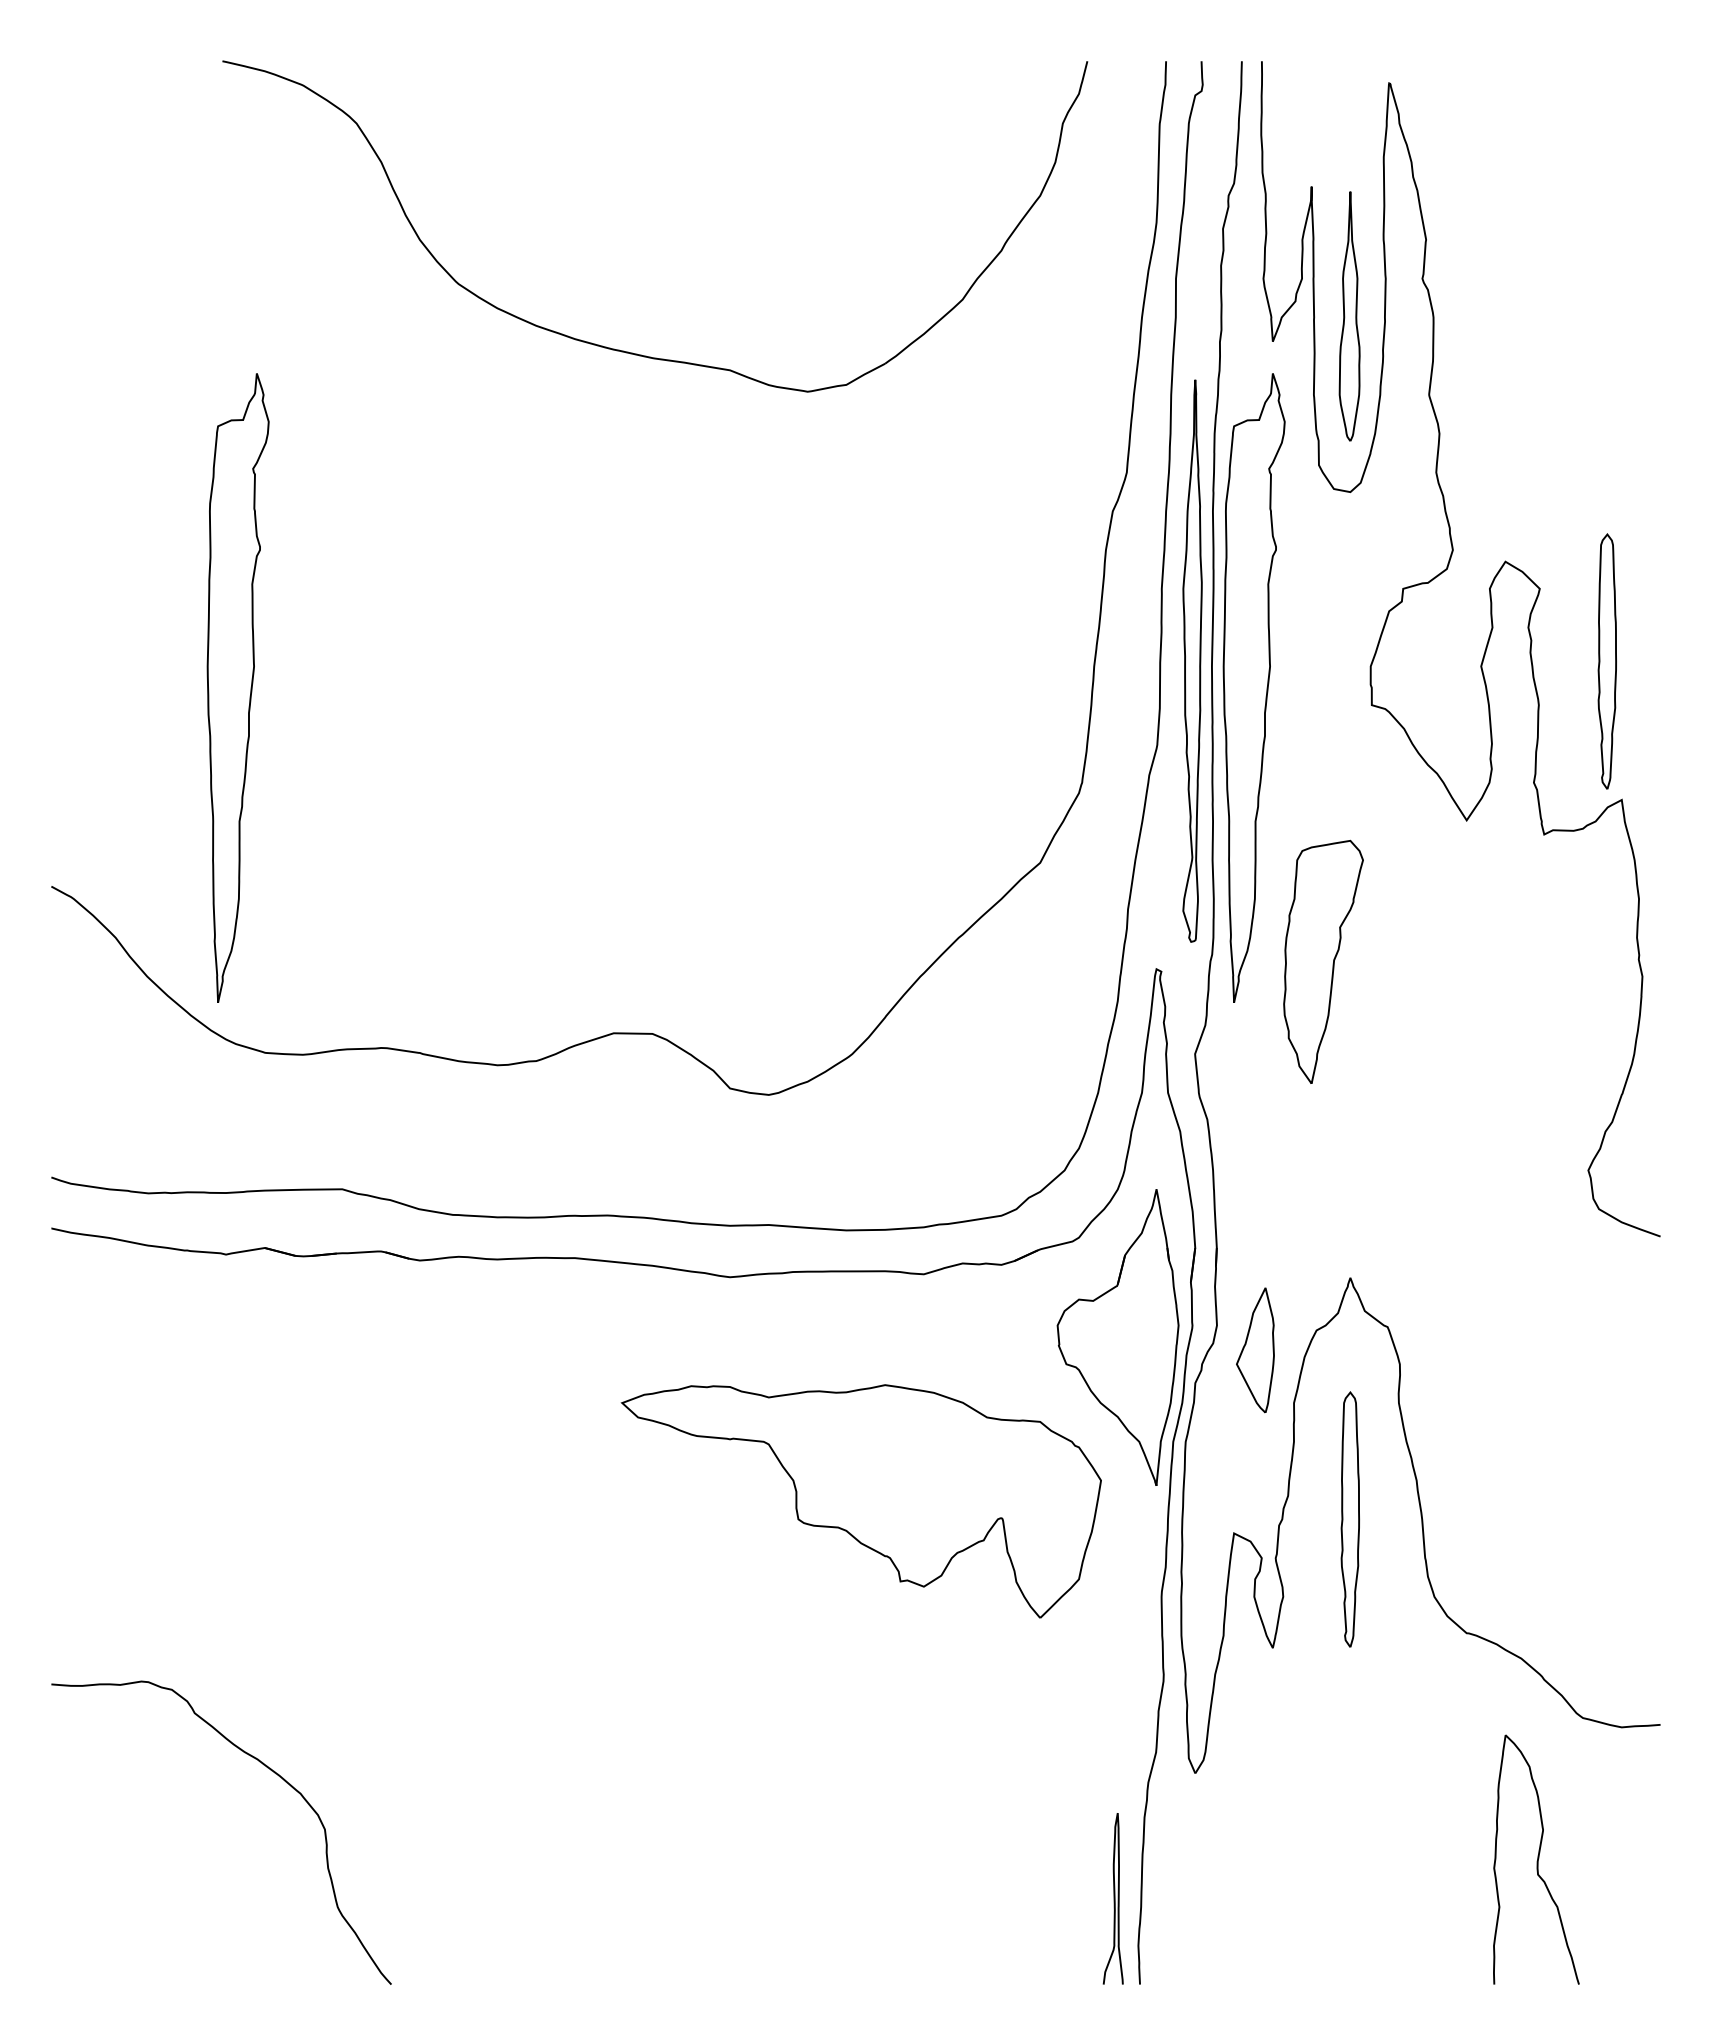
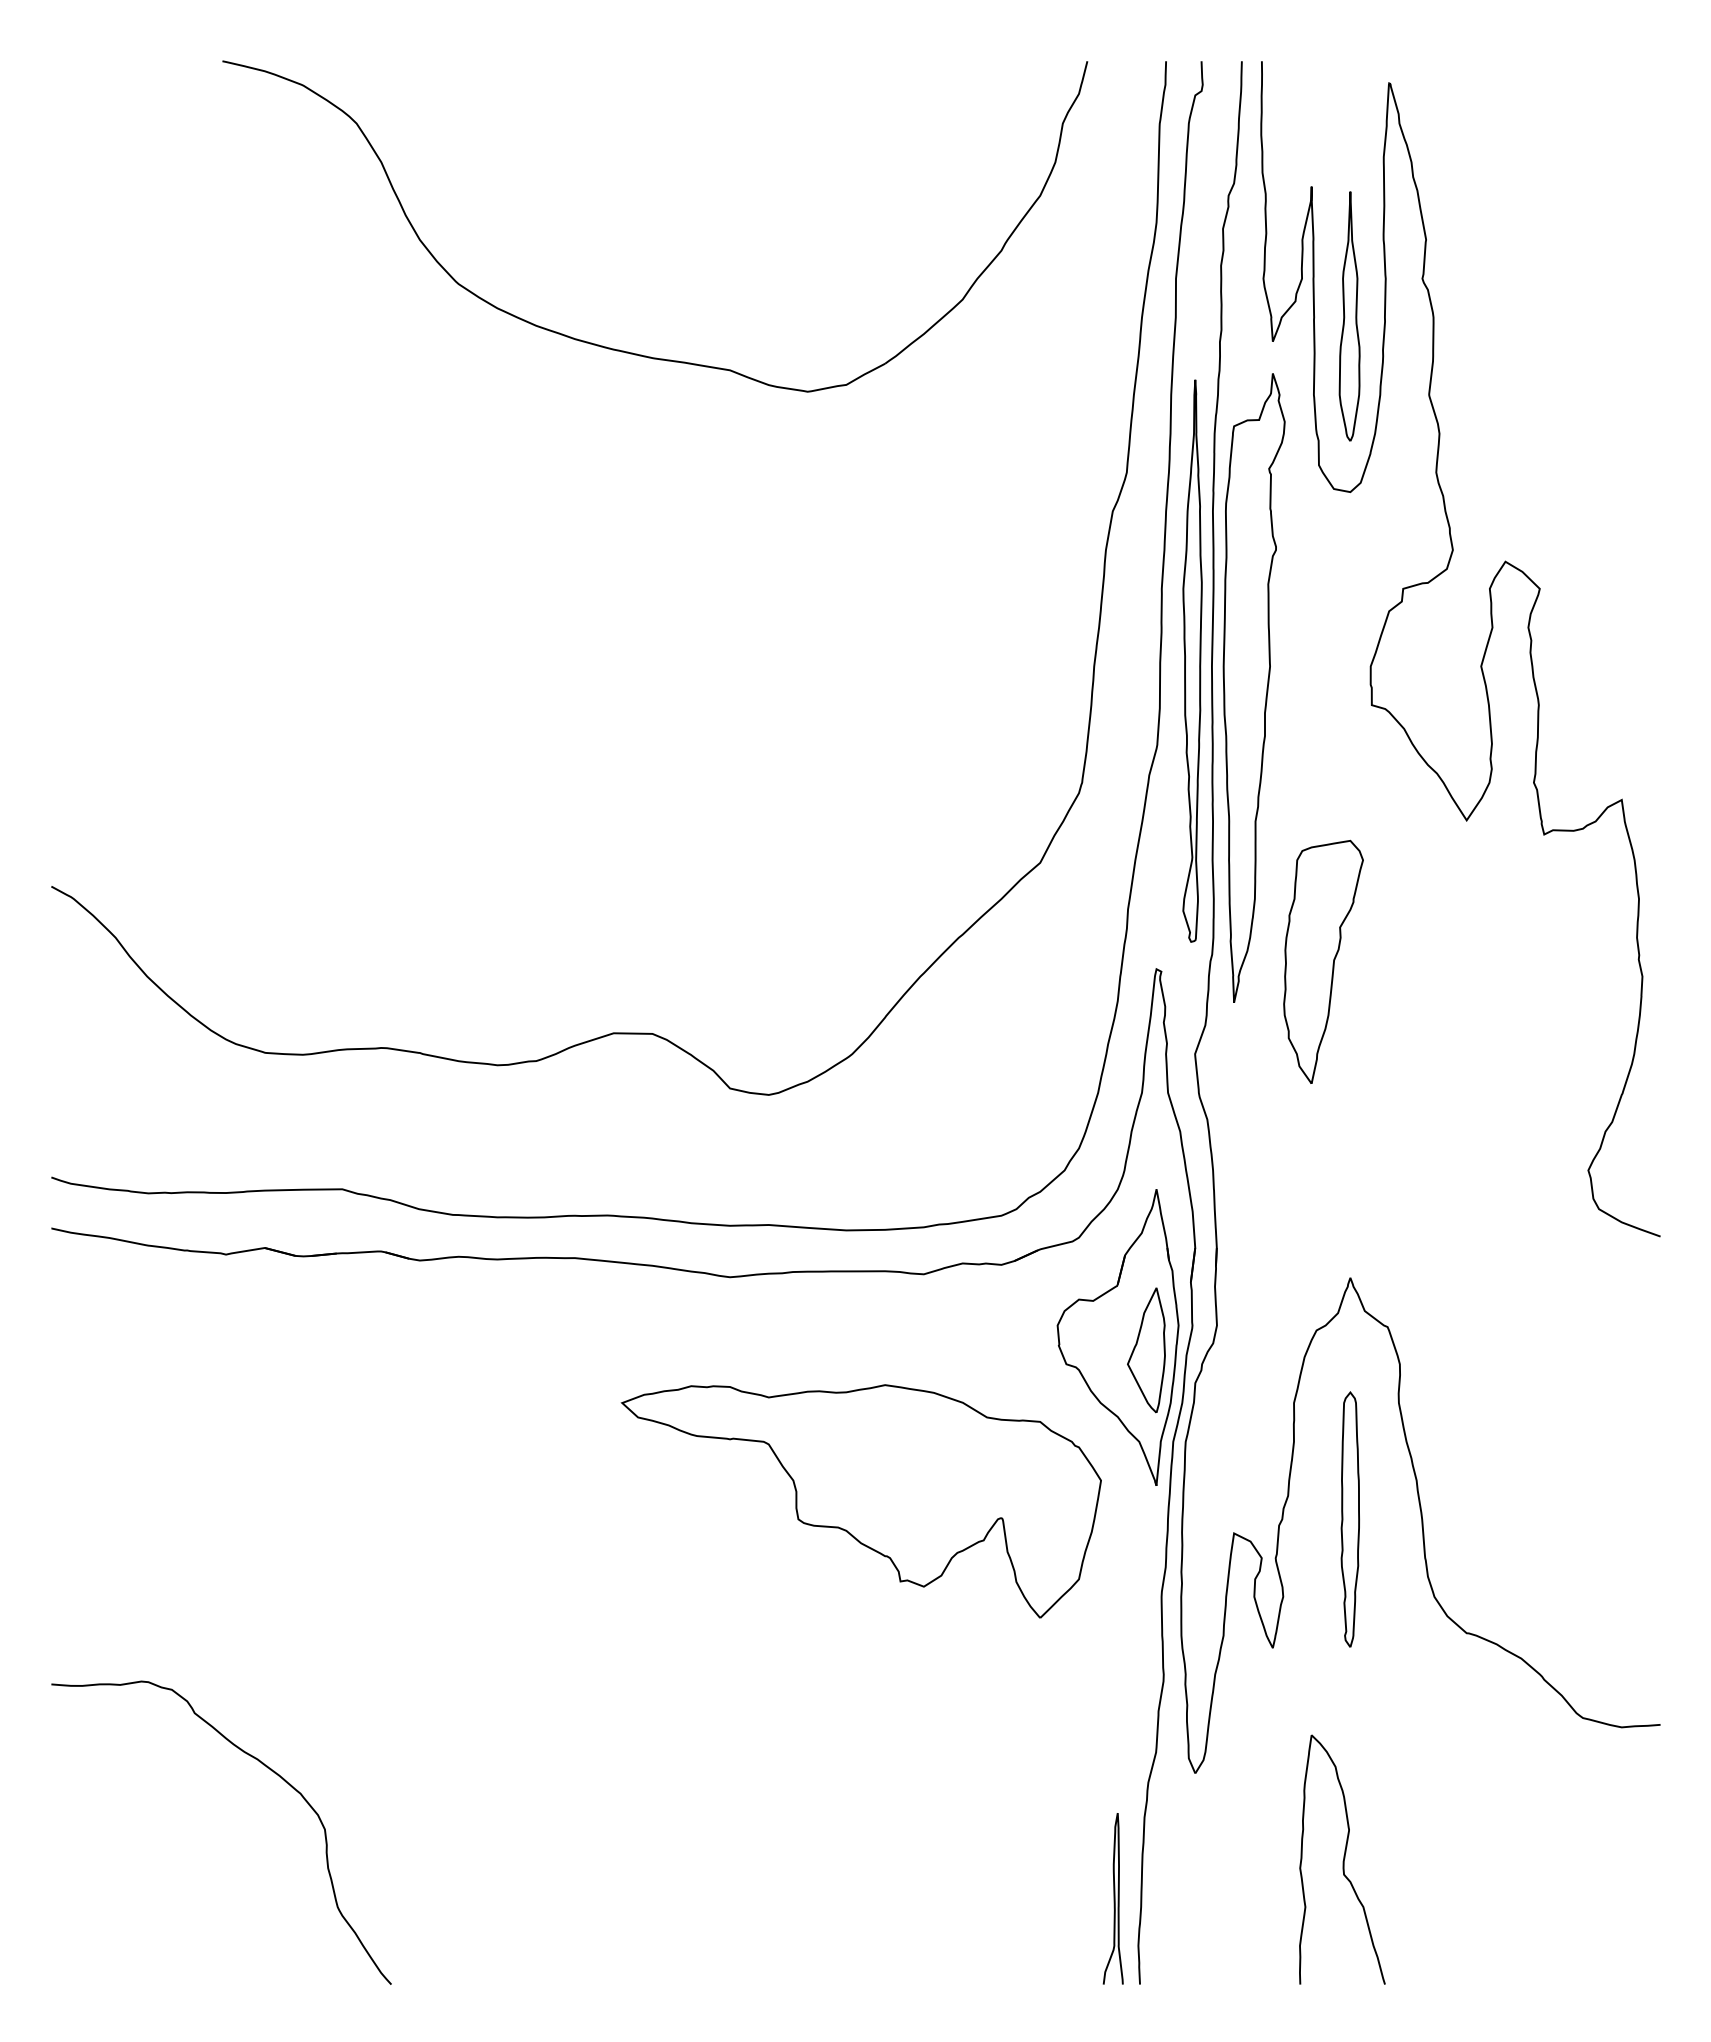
part at (1606, 661): present -> none
part at (237, 687): present -> none
part at (1255, 1350) position: (1255, 1350) -> (1146, 1350)
curve at (1537, 1859) position: (1537, 1859) -> (1343, 1859)
